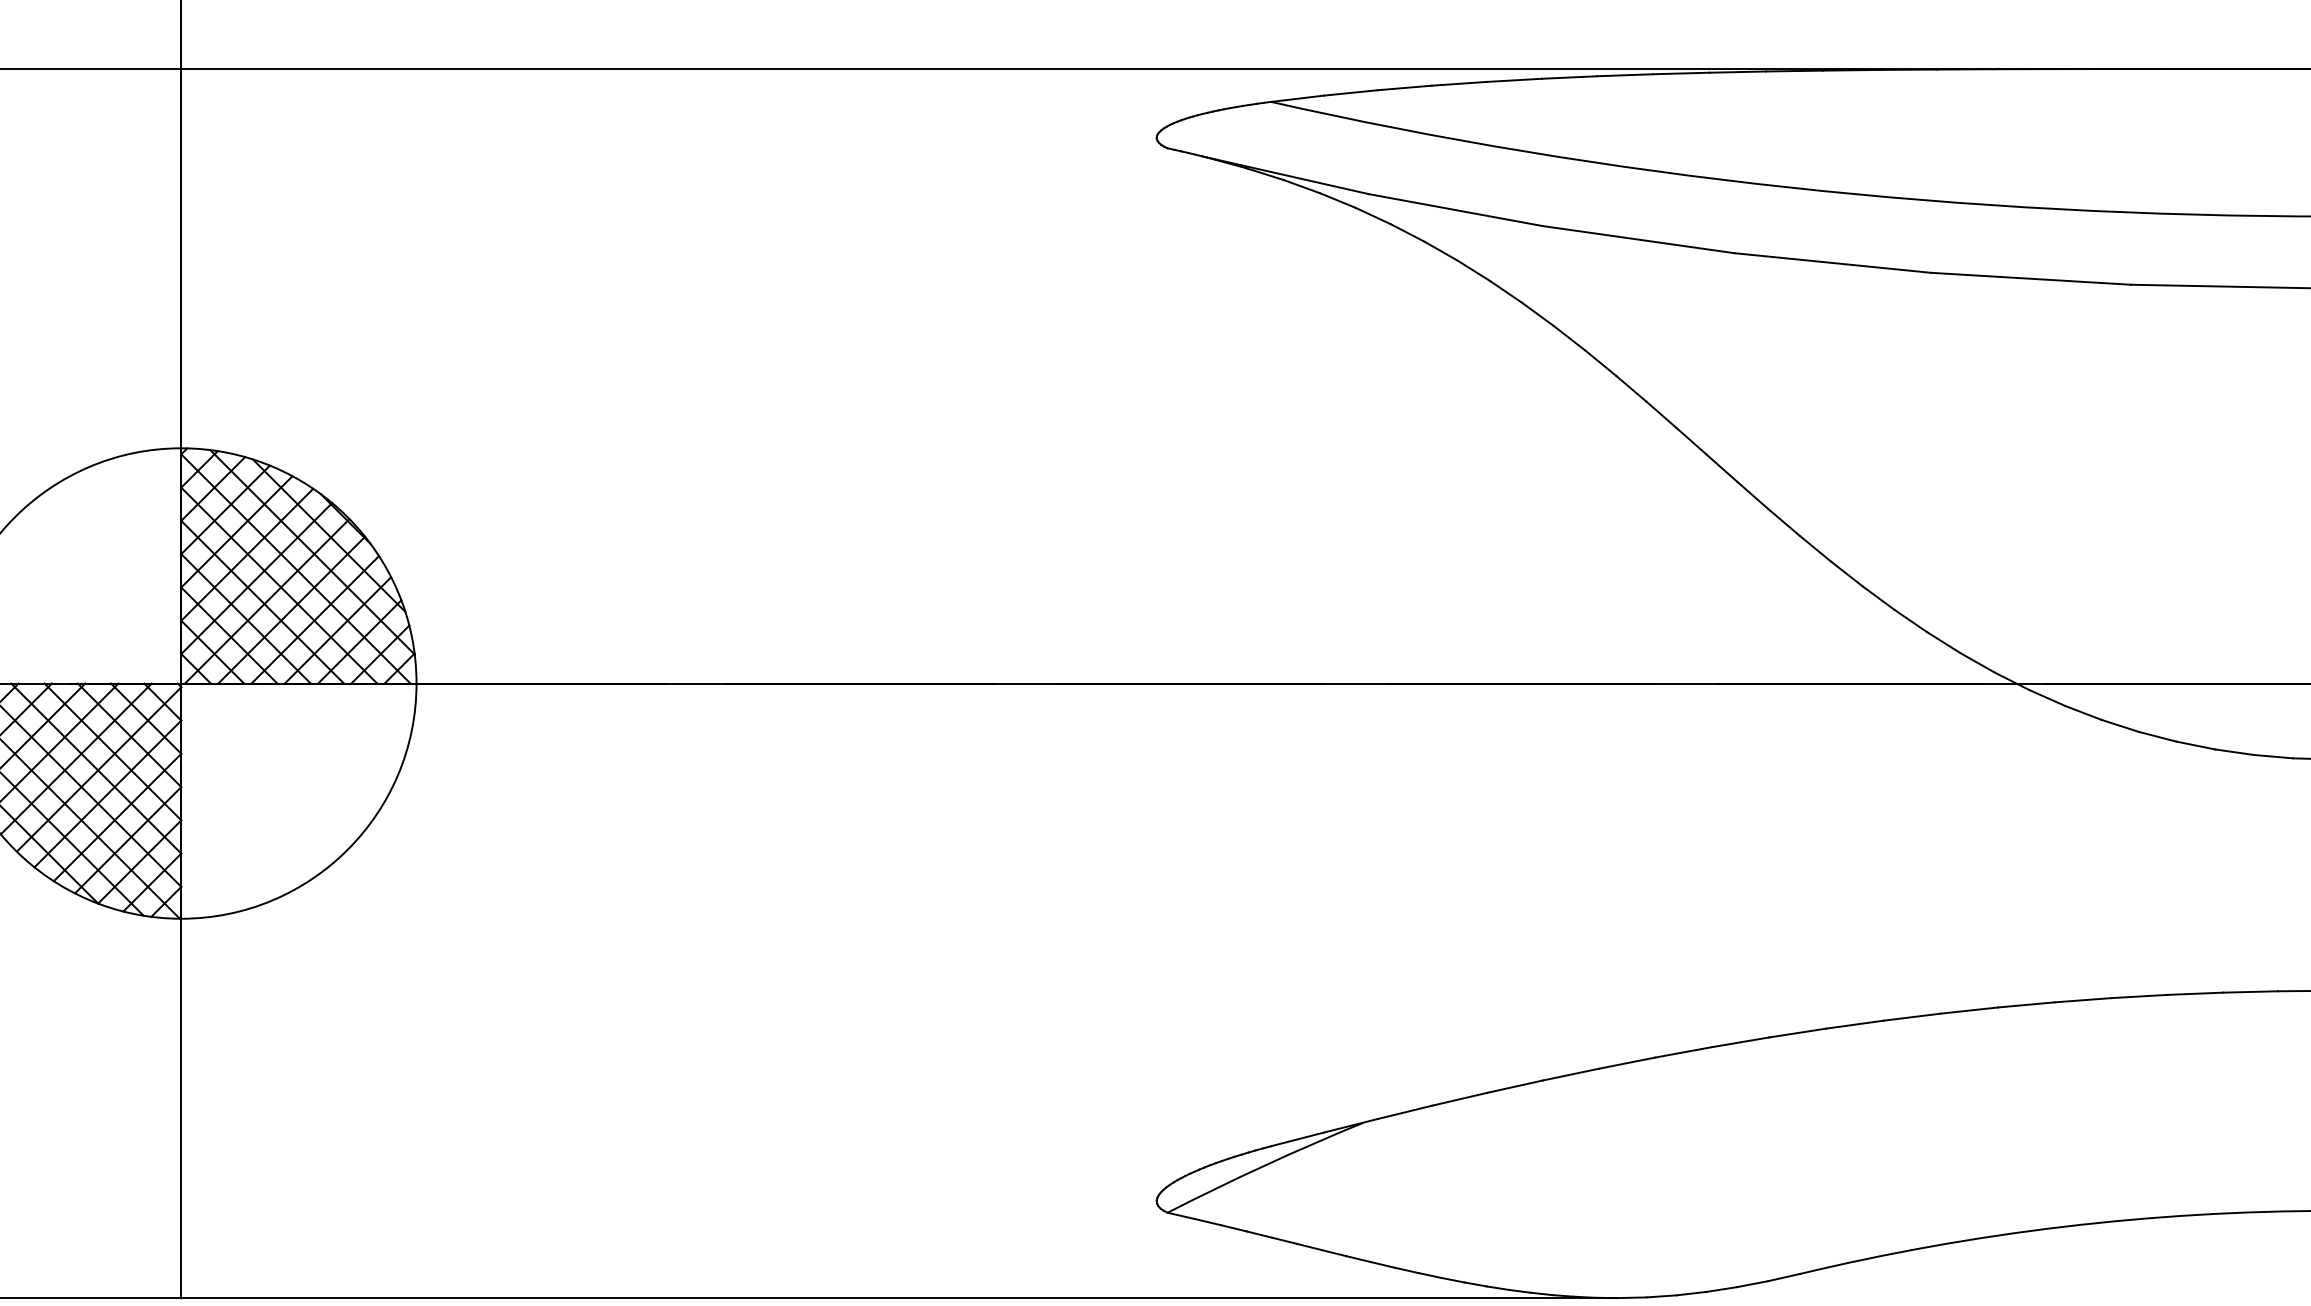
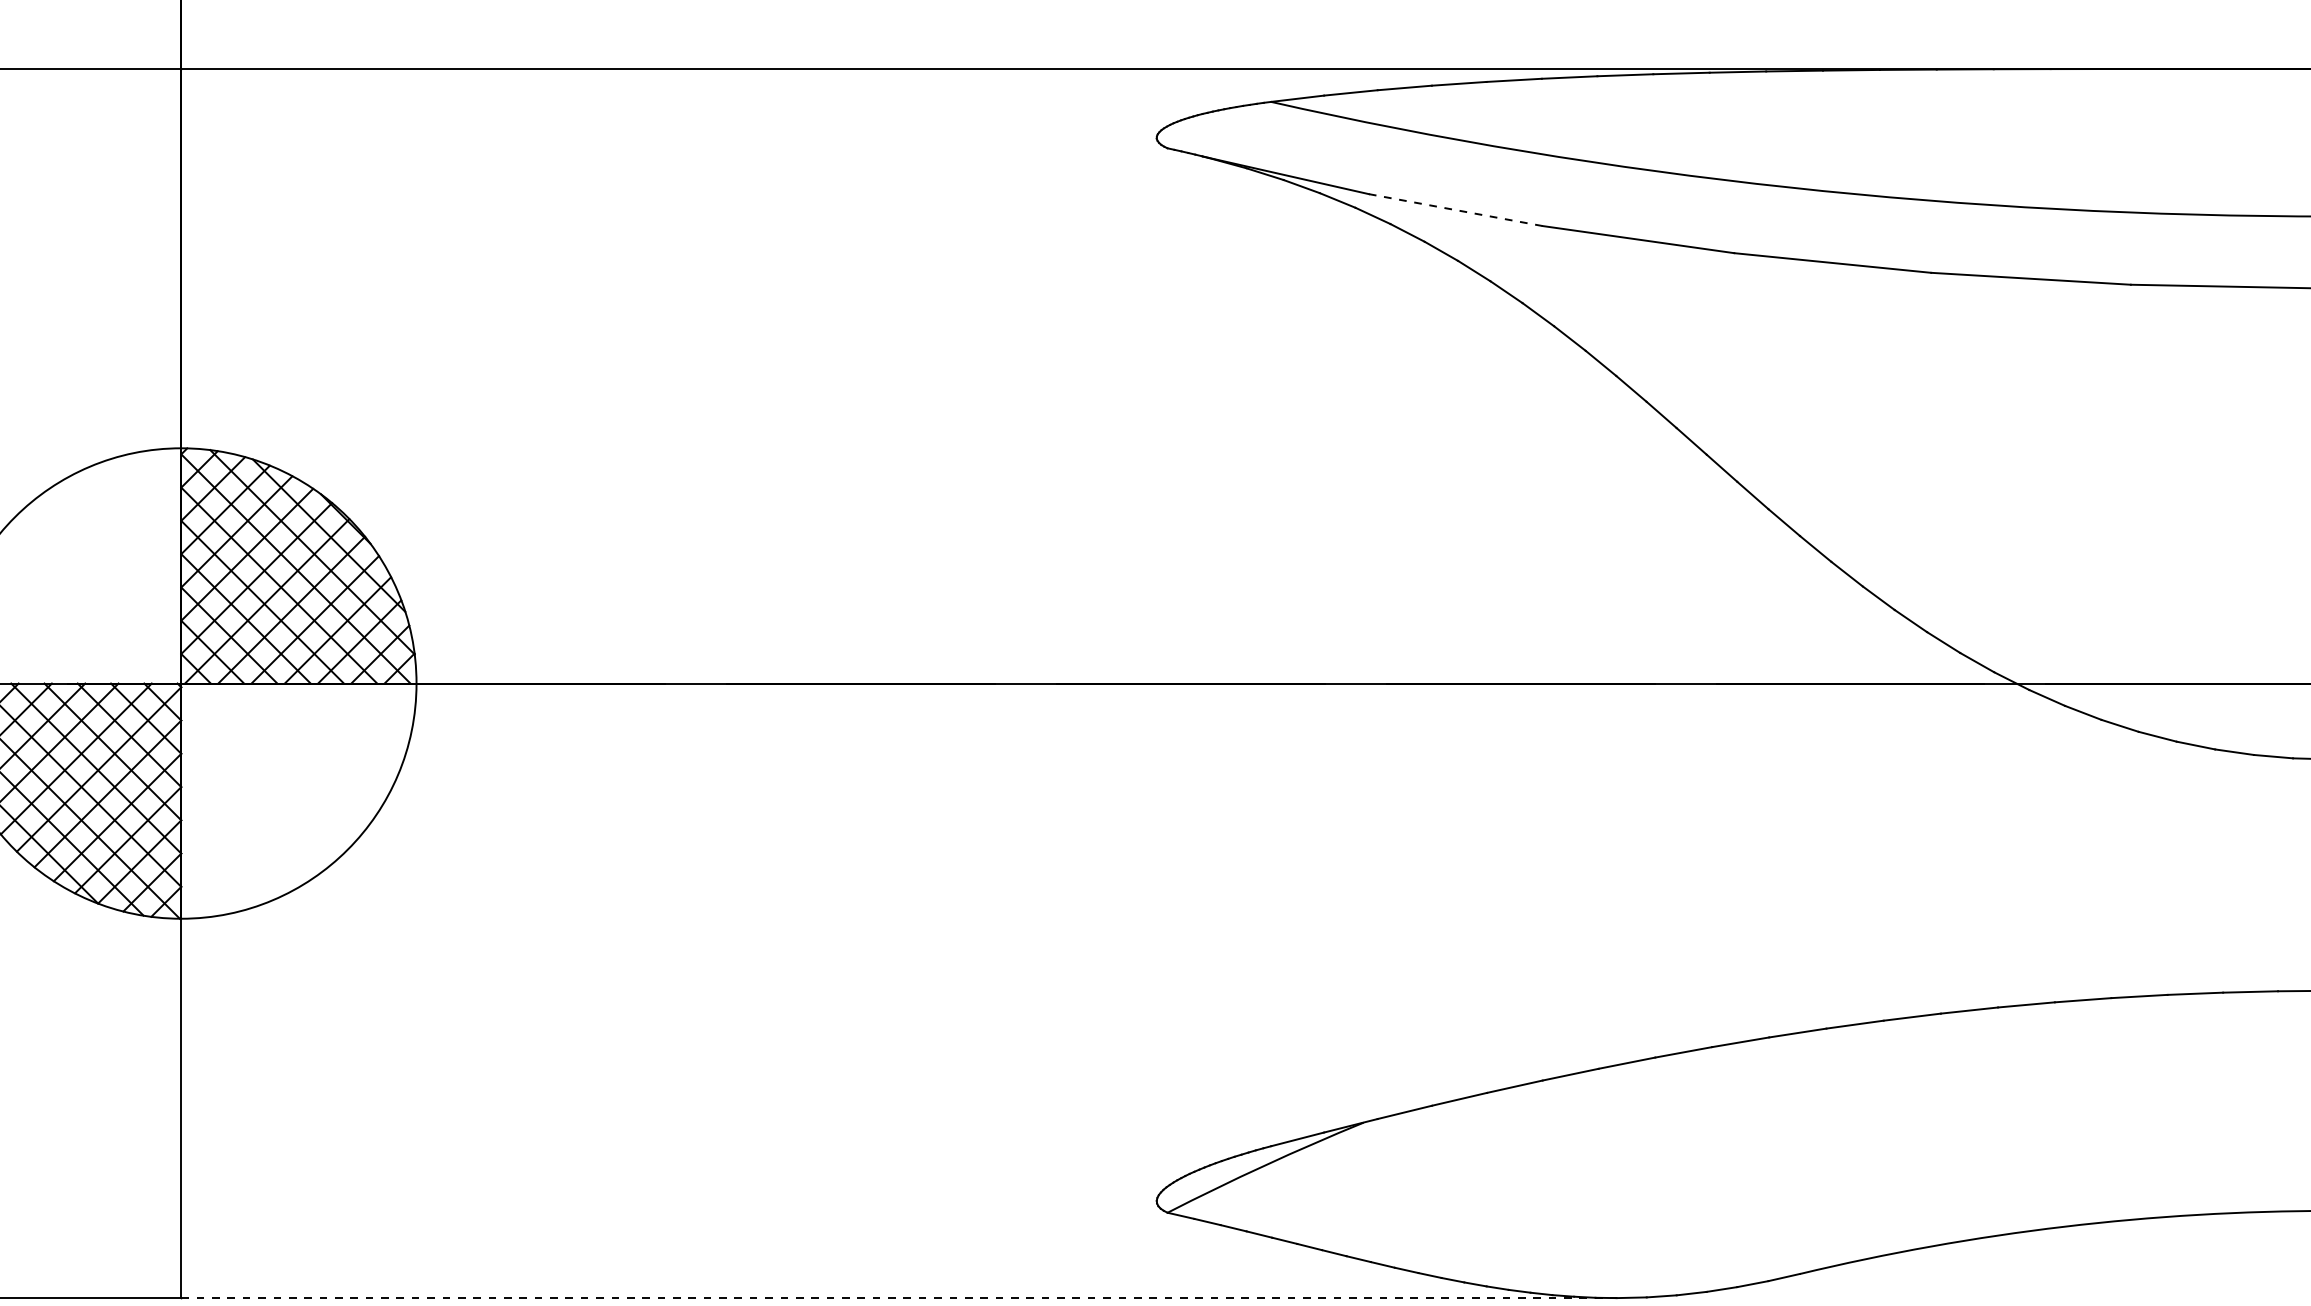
line at (1455, 210): solid -> dashed
line at (898, 1298): solid -> dashed
